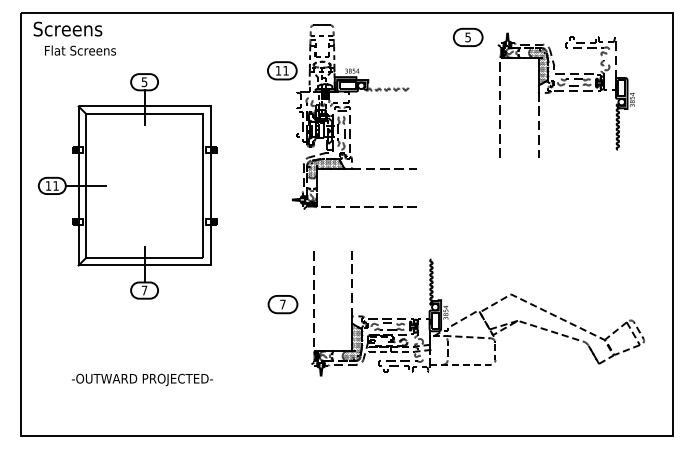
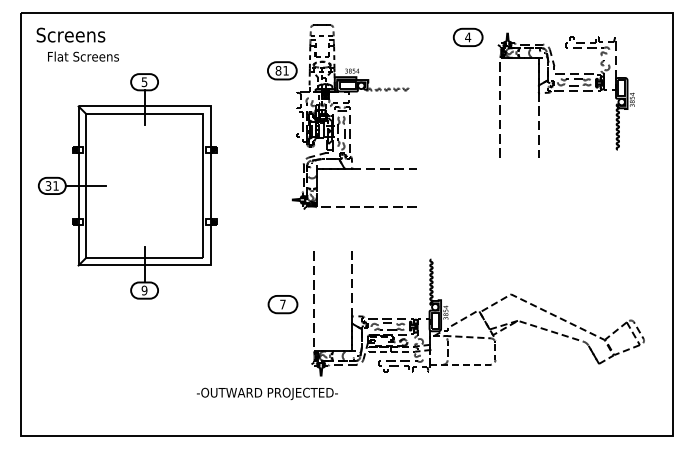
text at (468, 37): 5 -> 4
text at (74, 38) position: (74, 38) -> (77, 44)
hatch at (538, 66): present -> none
text at (278, 70): 11 -> 81
hatch at (325, 168): present -> none
text at (48, 185): 11 -> 31
text at (144, 290): 7 -> 9
hatch at (352, 342): present -> none
text at (142, 379) position: (142, 379) -> (267, 393)
